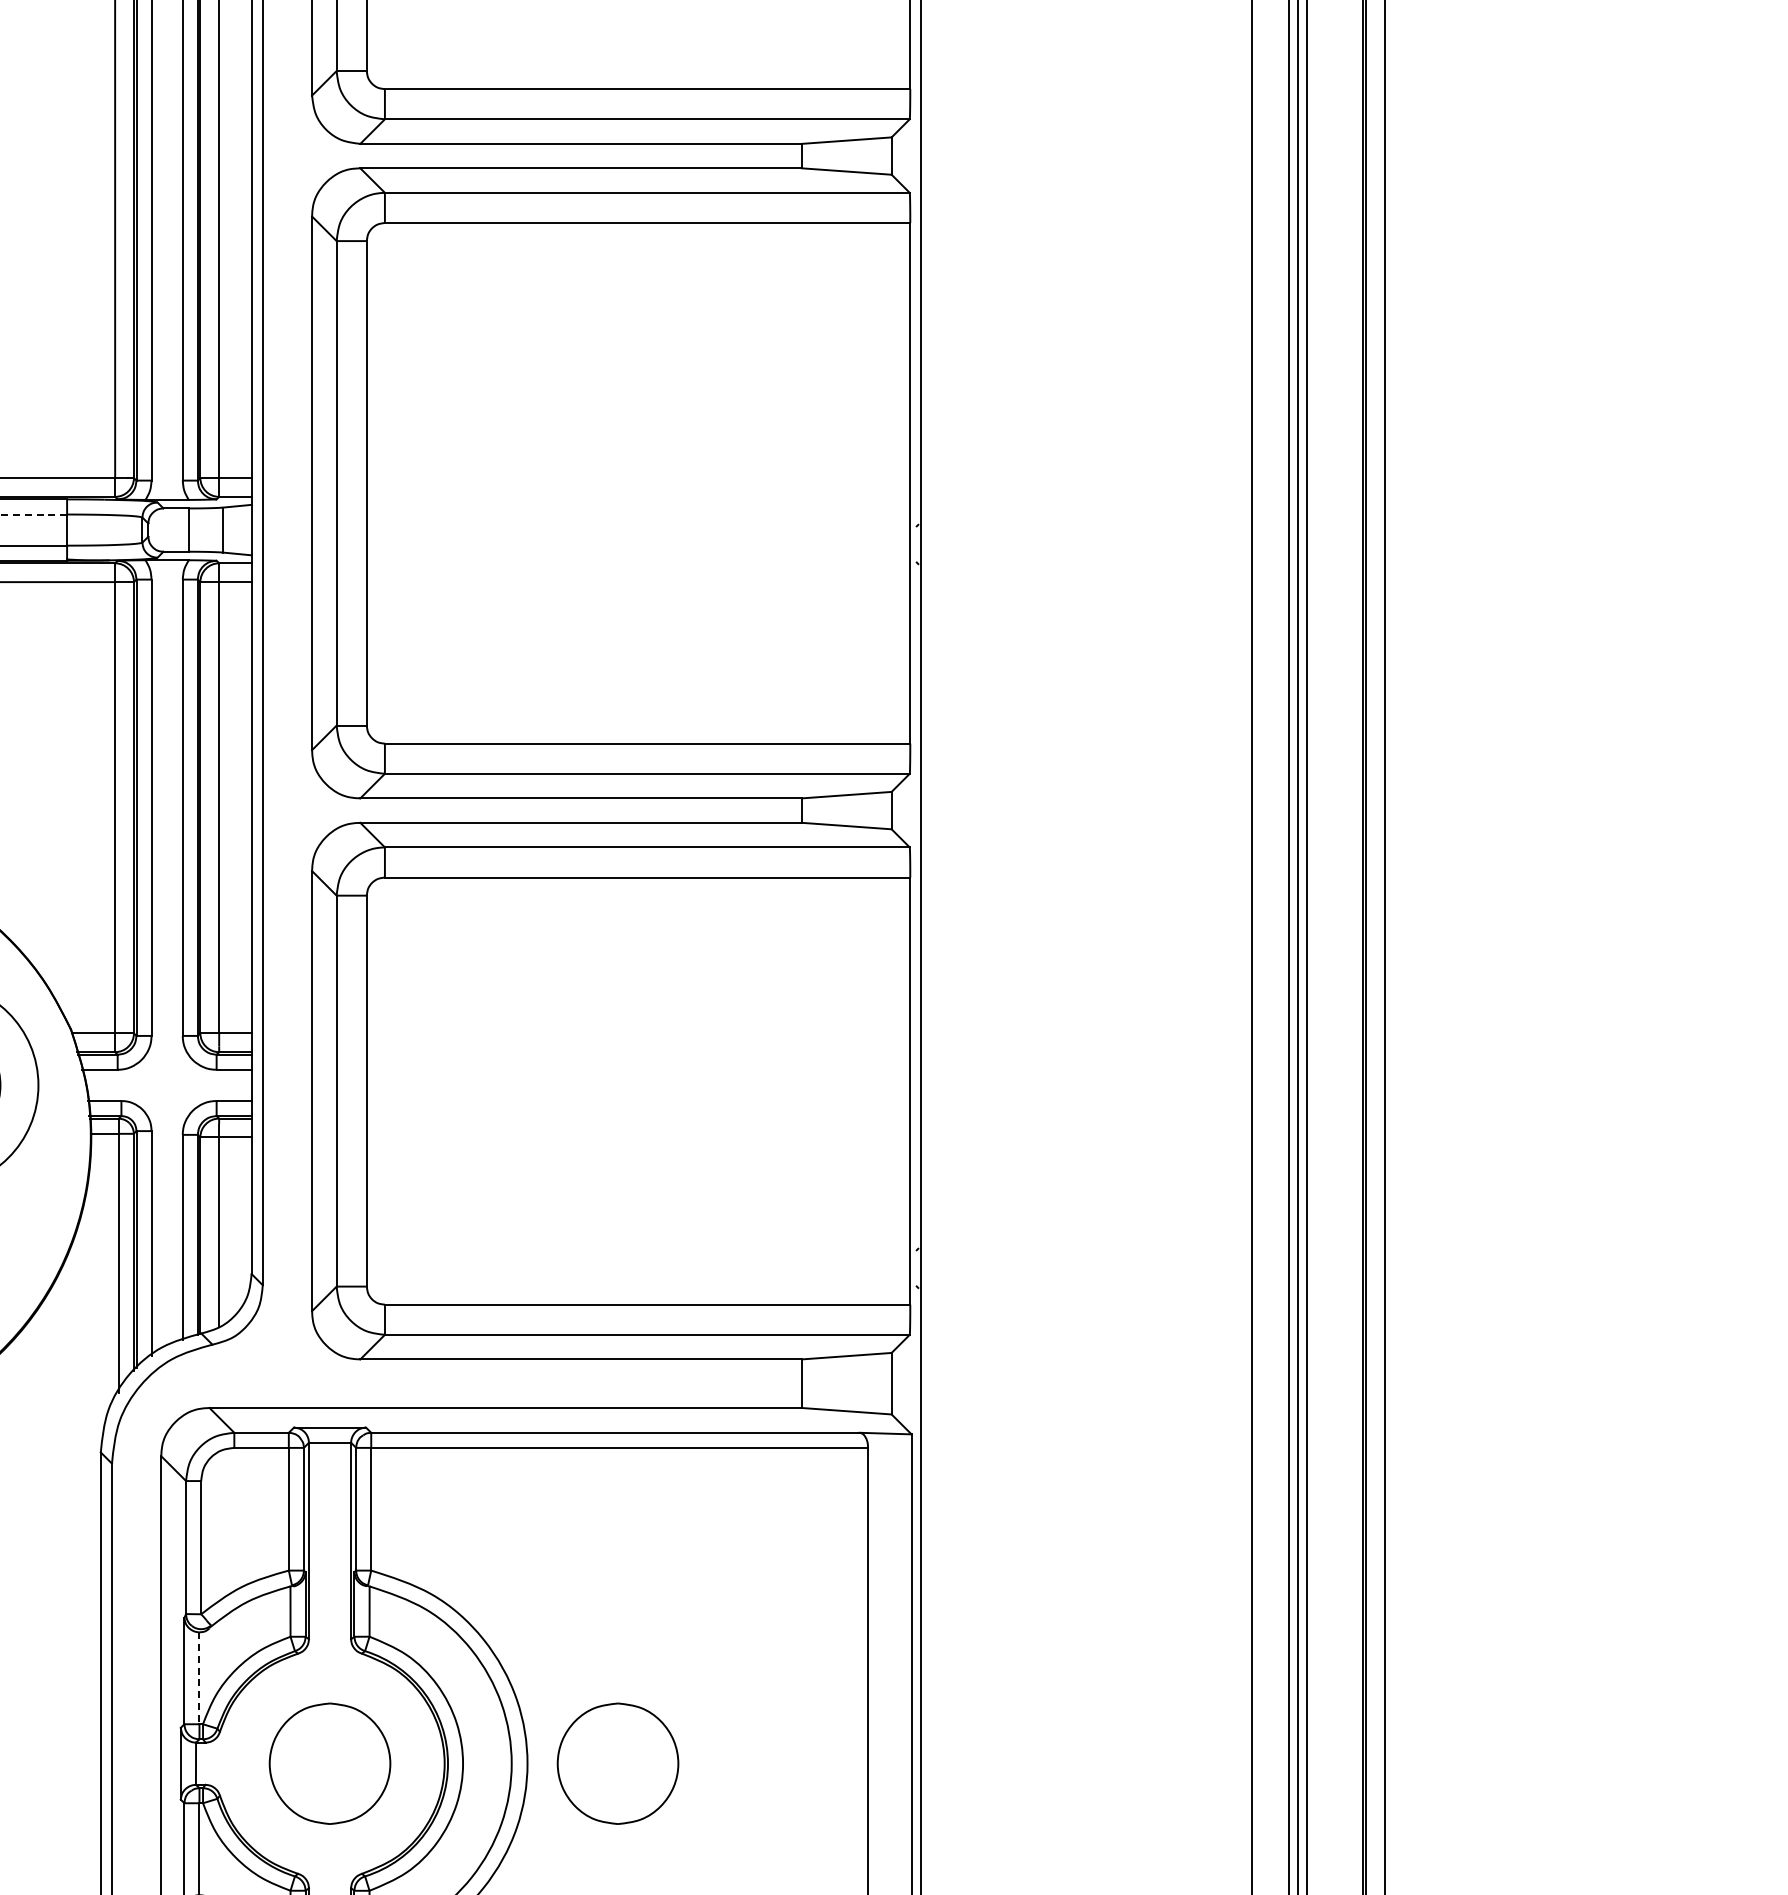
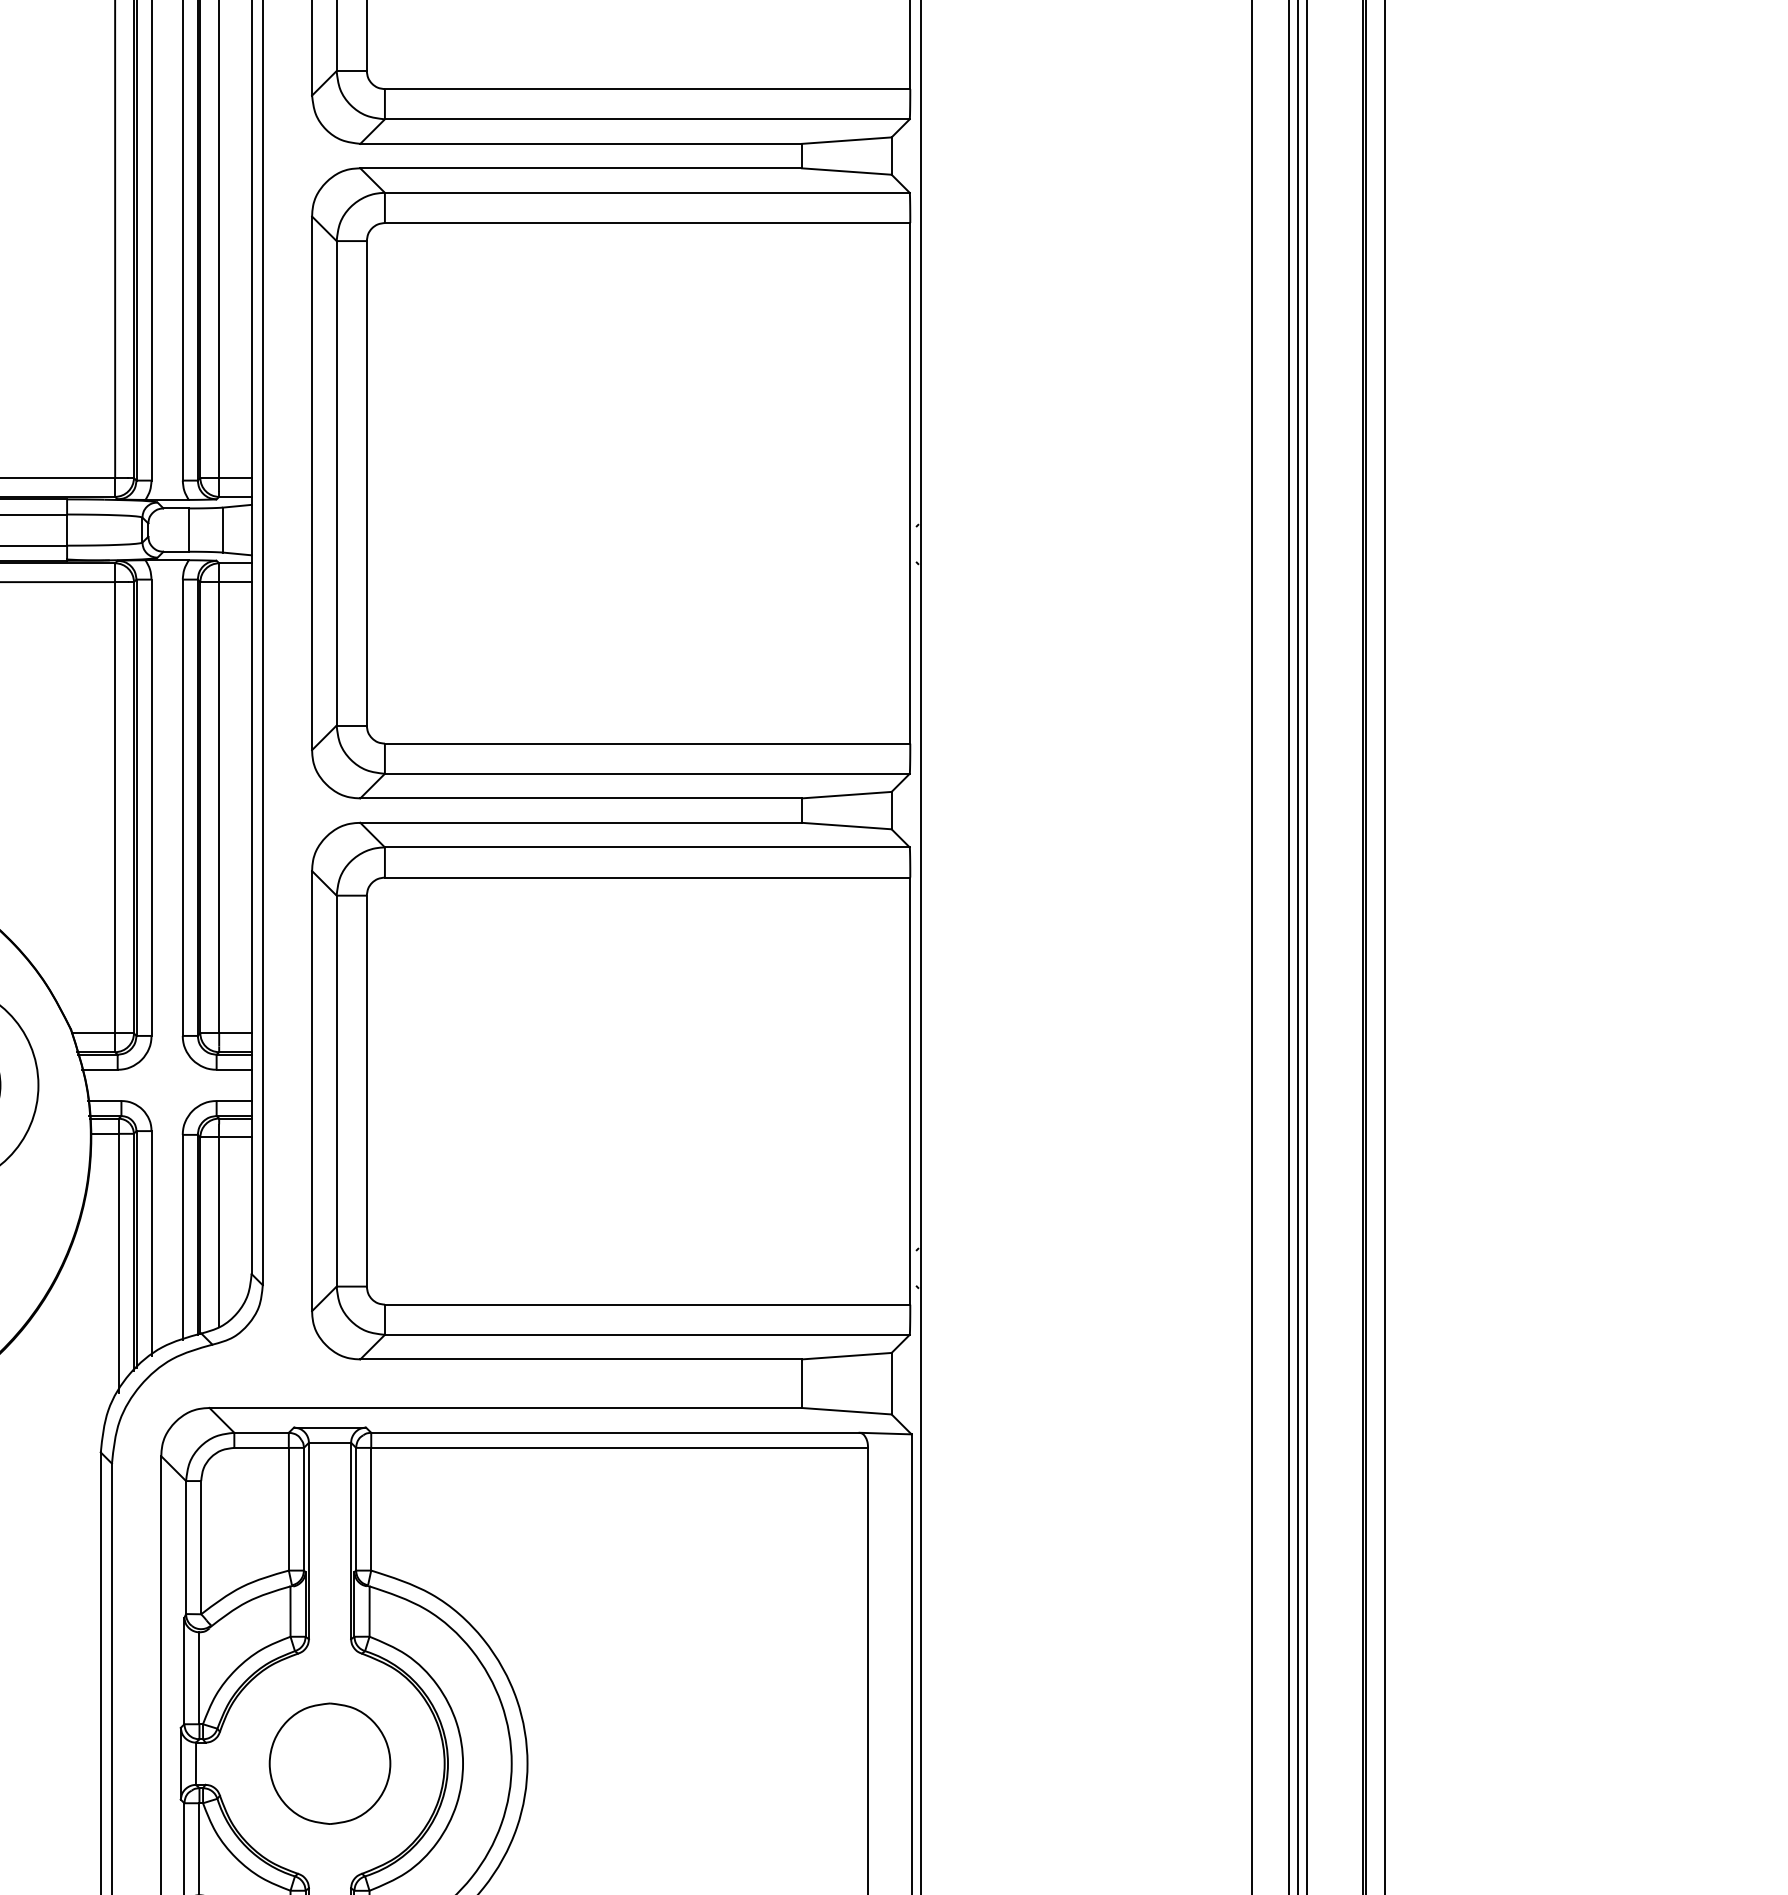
line at (33, 514): dashed -> solid
line at (199, 1678): dashed -> solid
part at (617, 1763): present -> none
